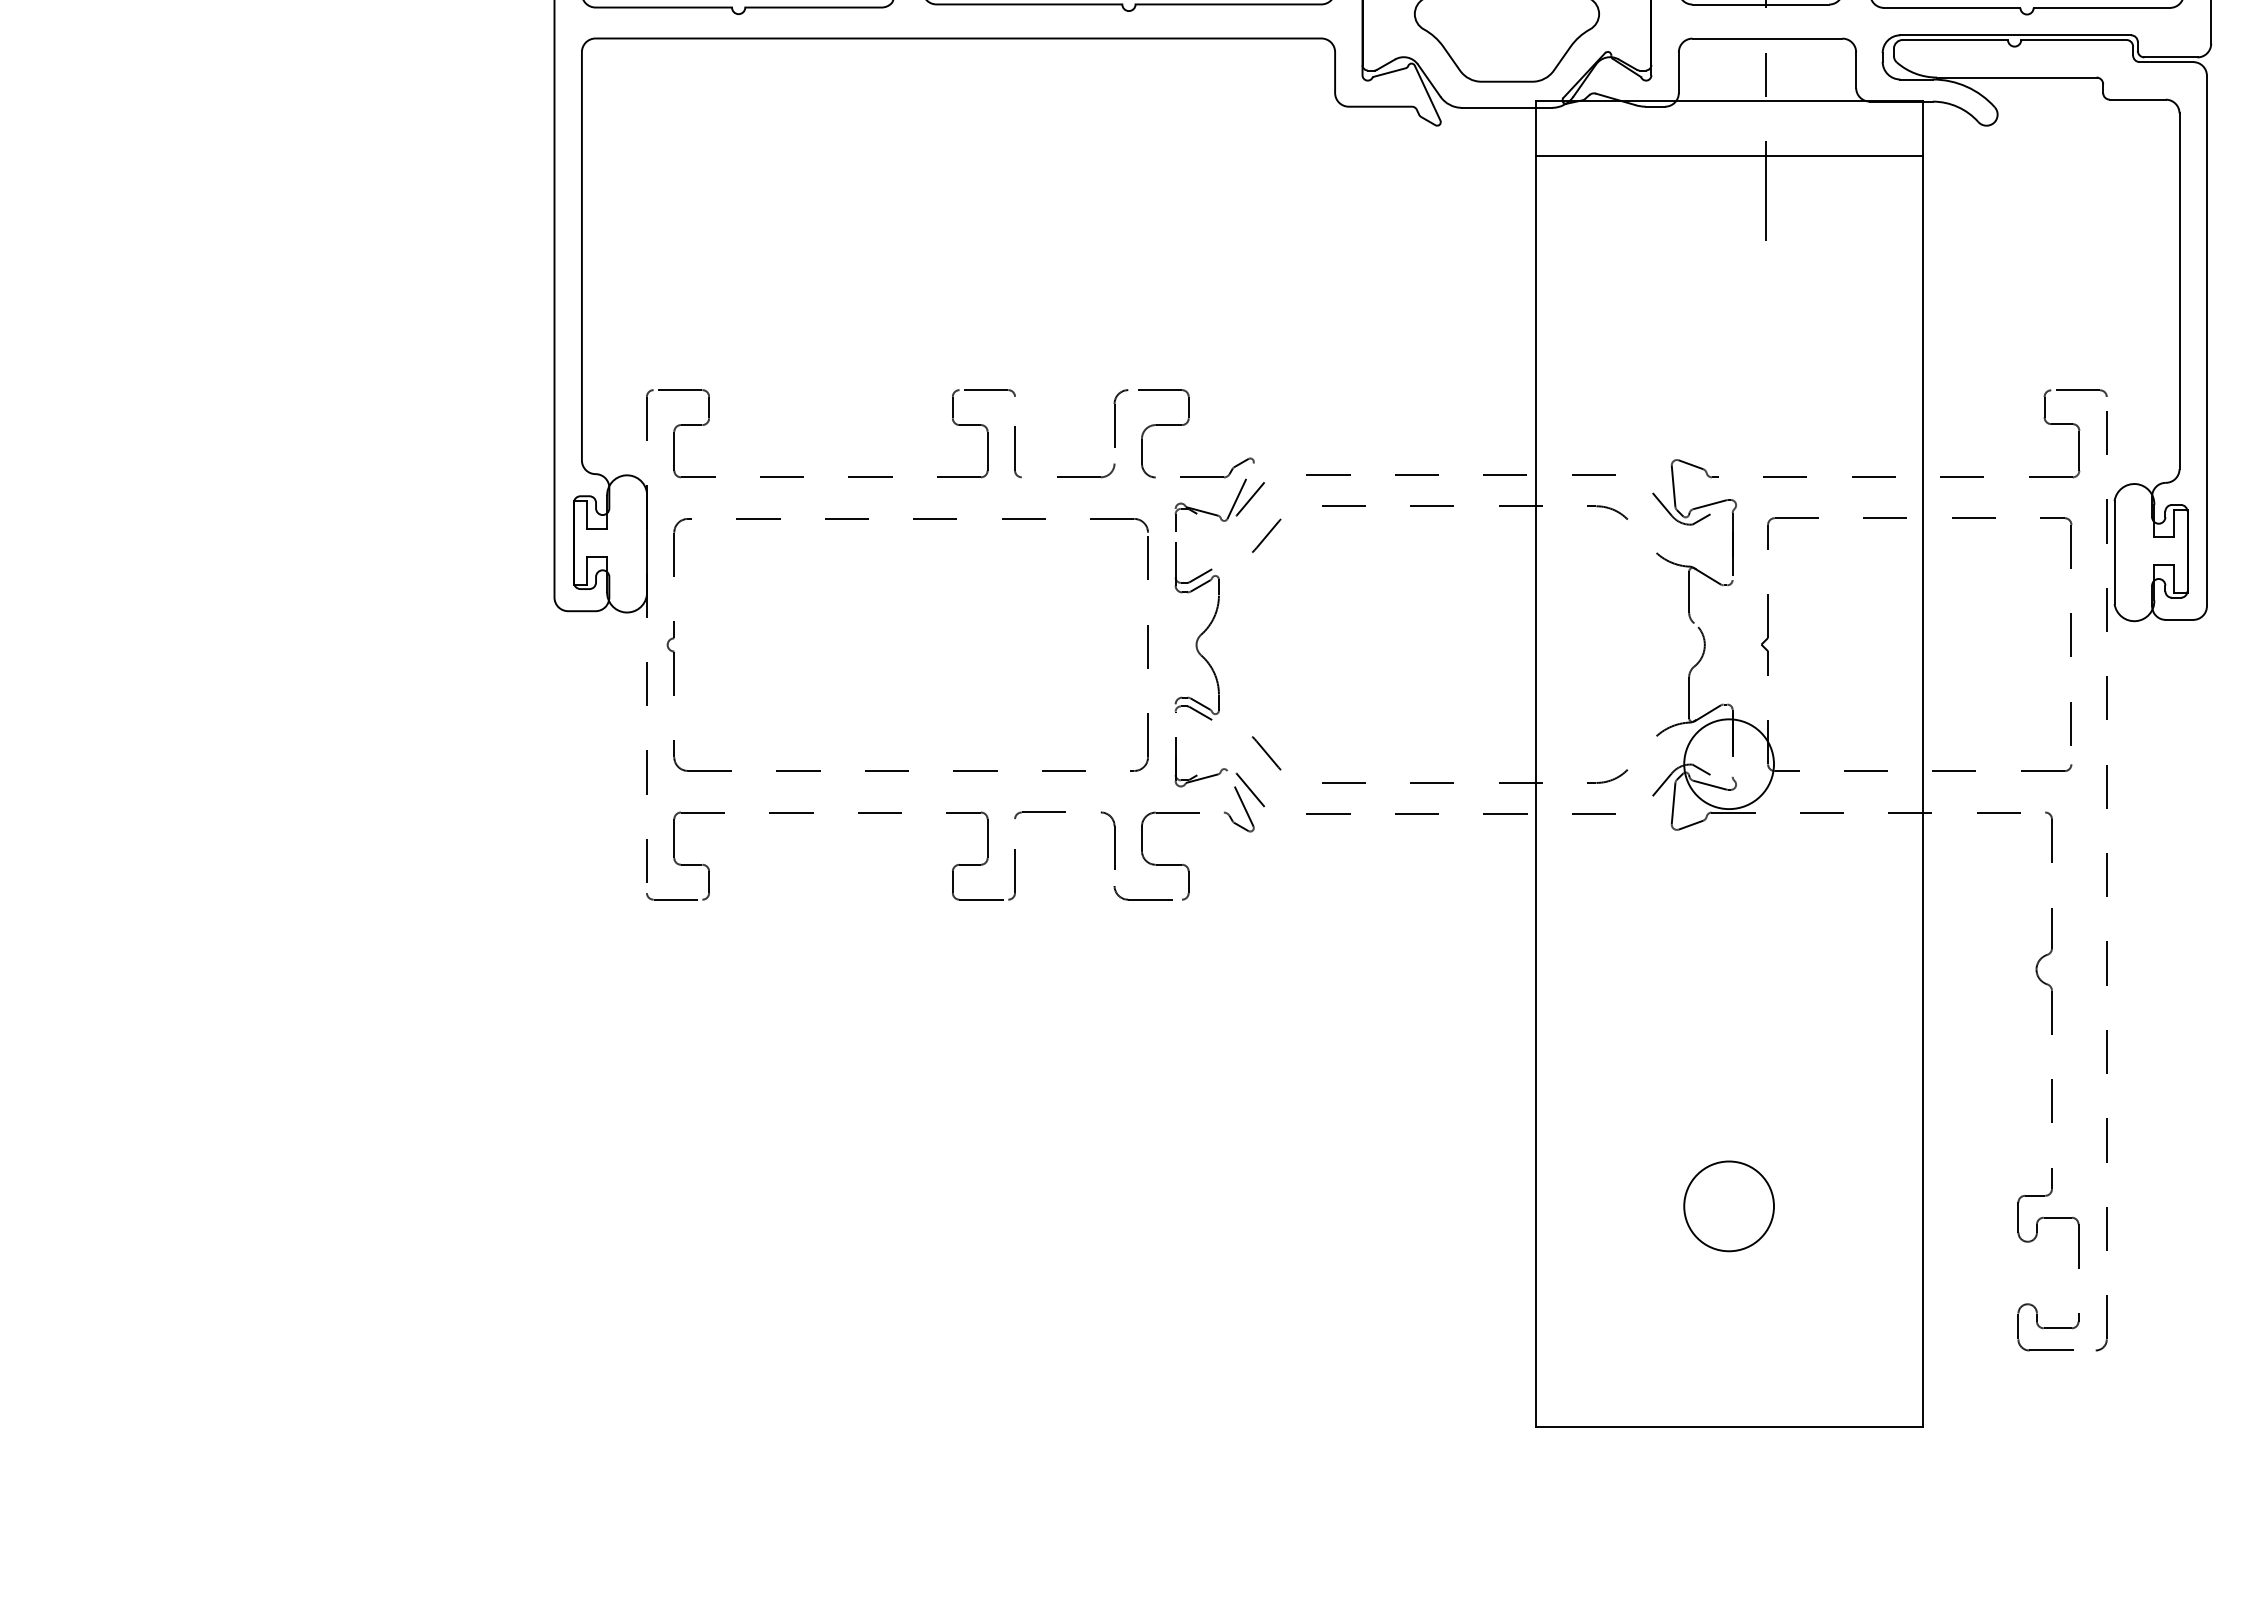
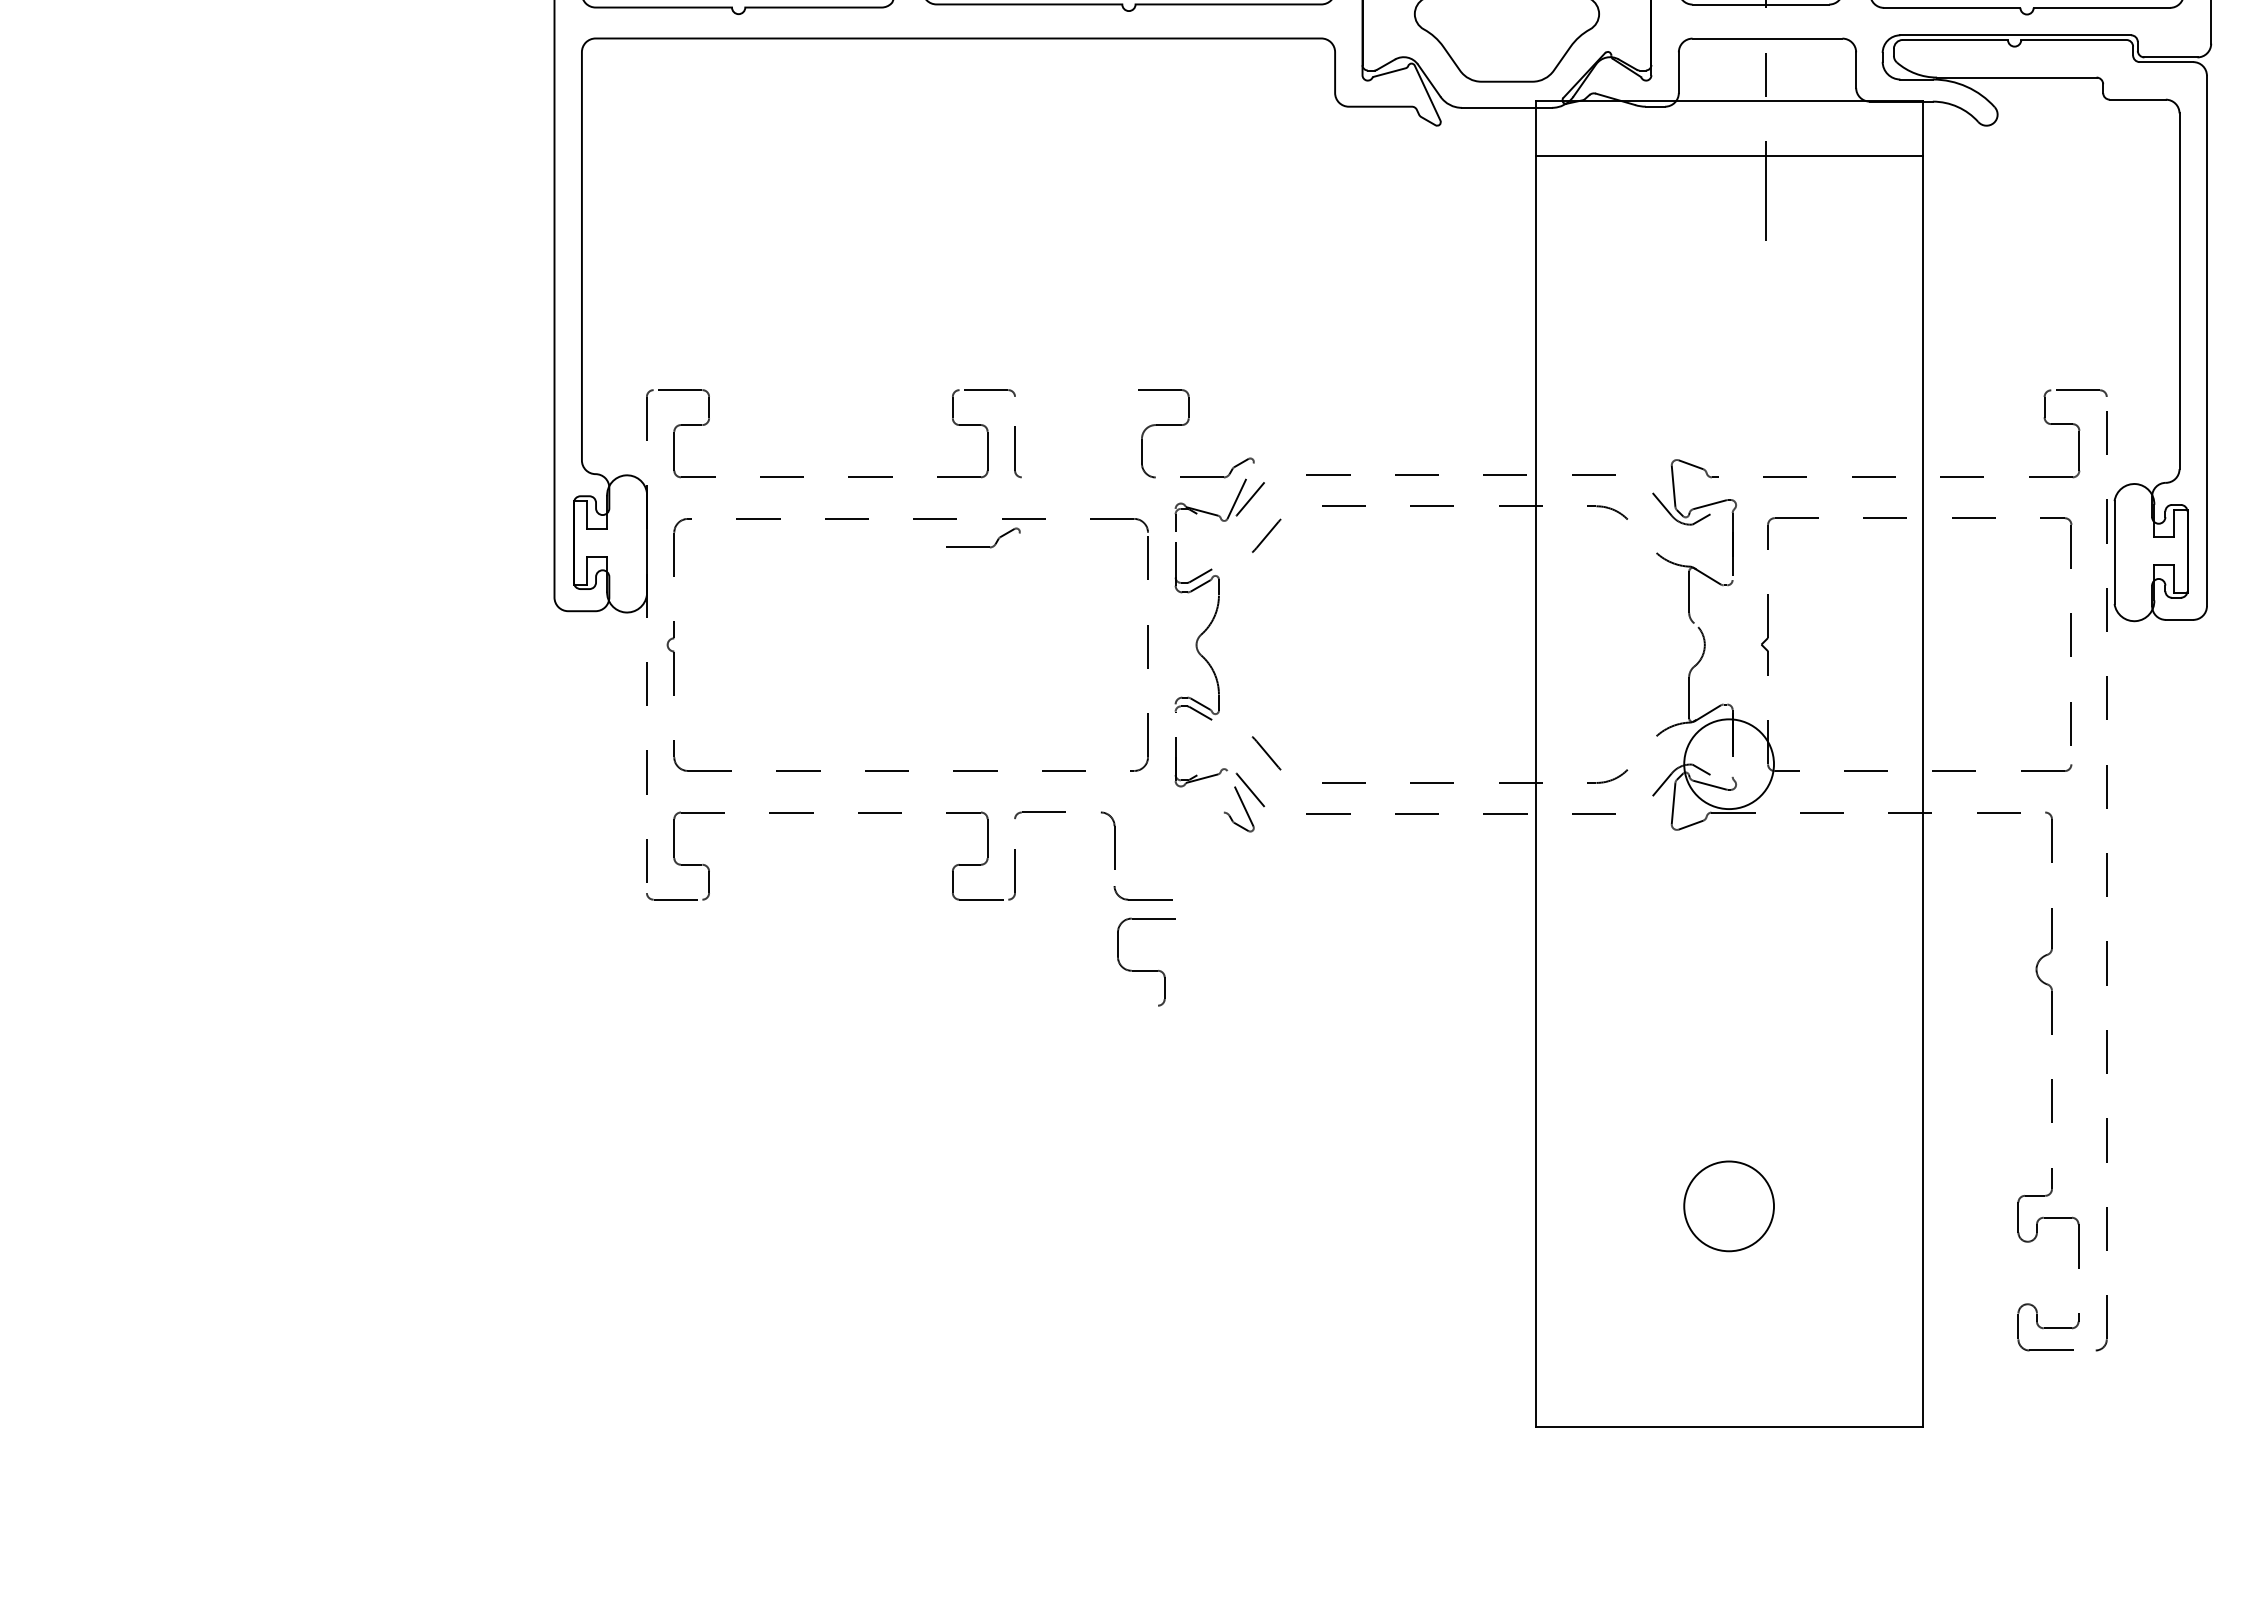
part at (1120, 418): present -> none
part at (1086, 470): present -> none
part at (983, 546): none -> present
part at (1170, 864) position: (1170, 864) -> (1146, 970)
